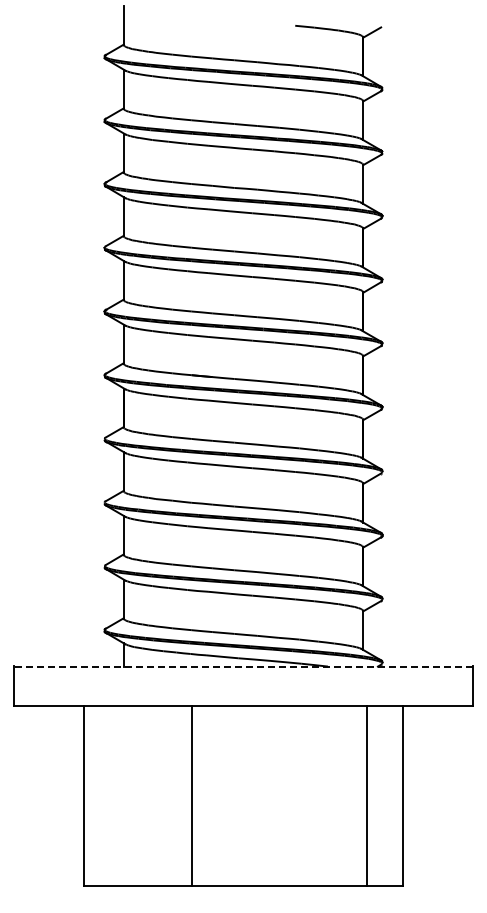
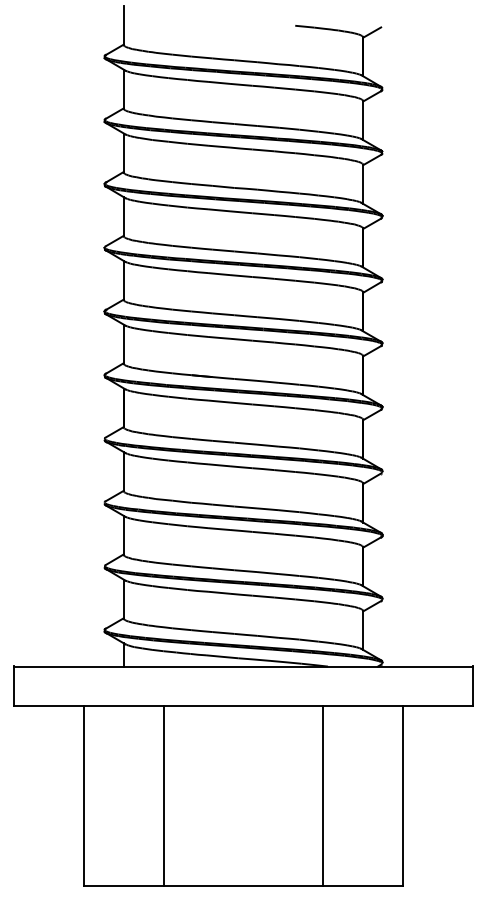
line at (242, 666): dashed -> solid
line at (191, 795) position: (191, 795) -> (163, 795)
line at (367, 795) position: (367, 795) -> (323, 795)
